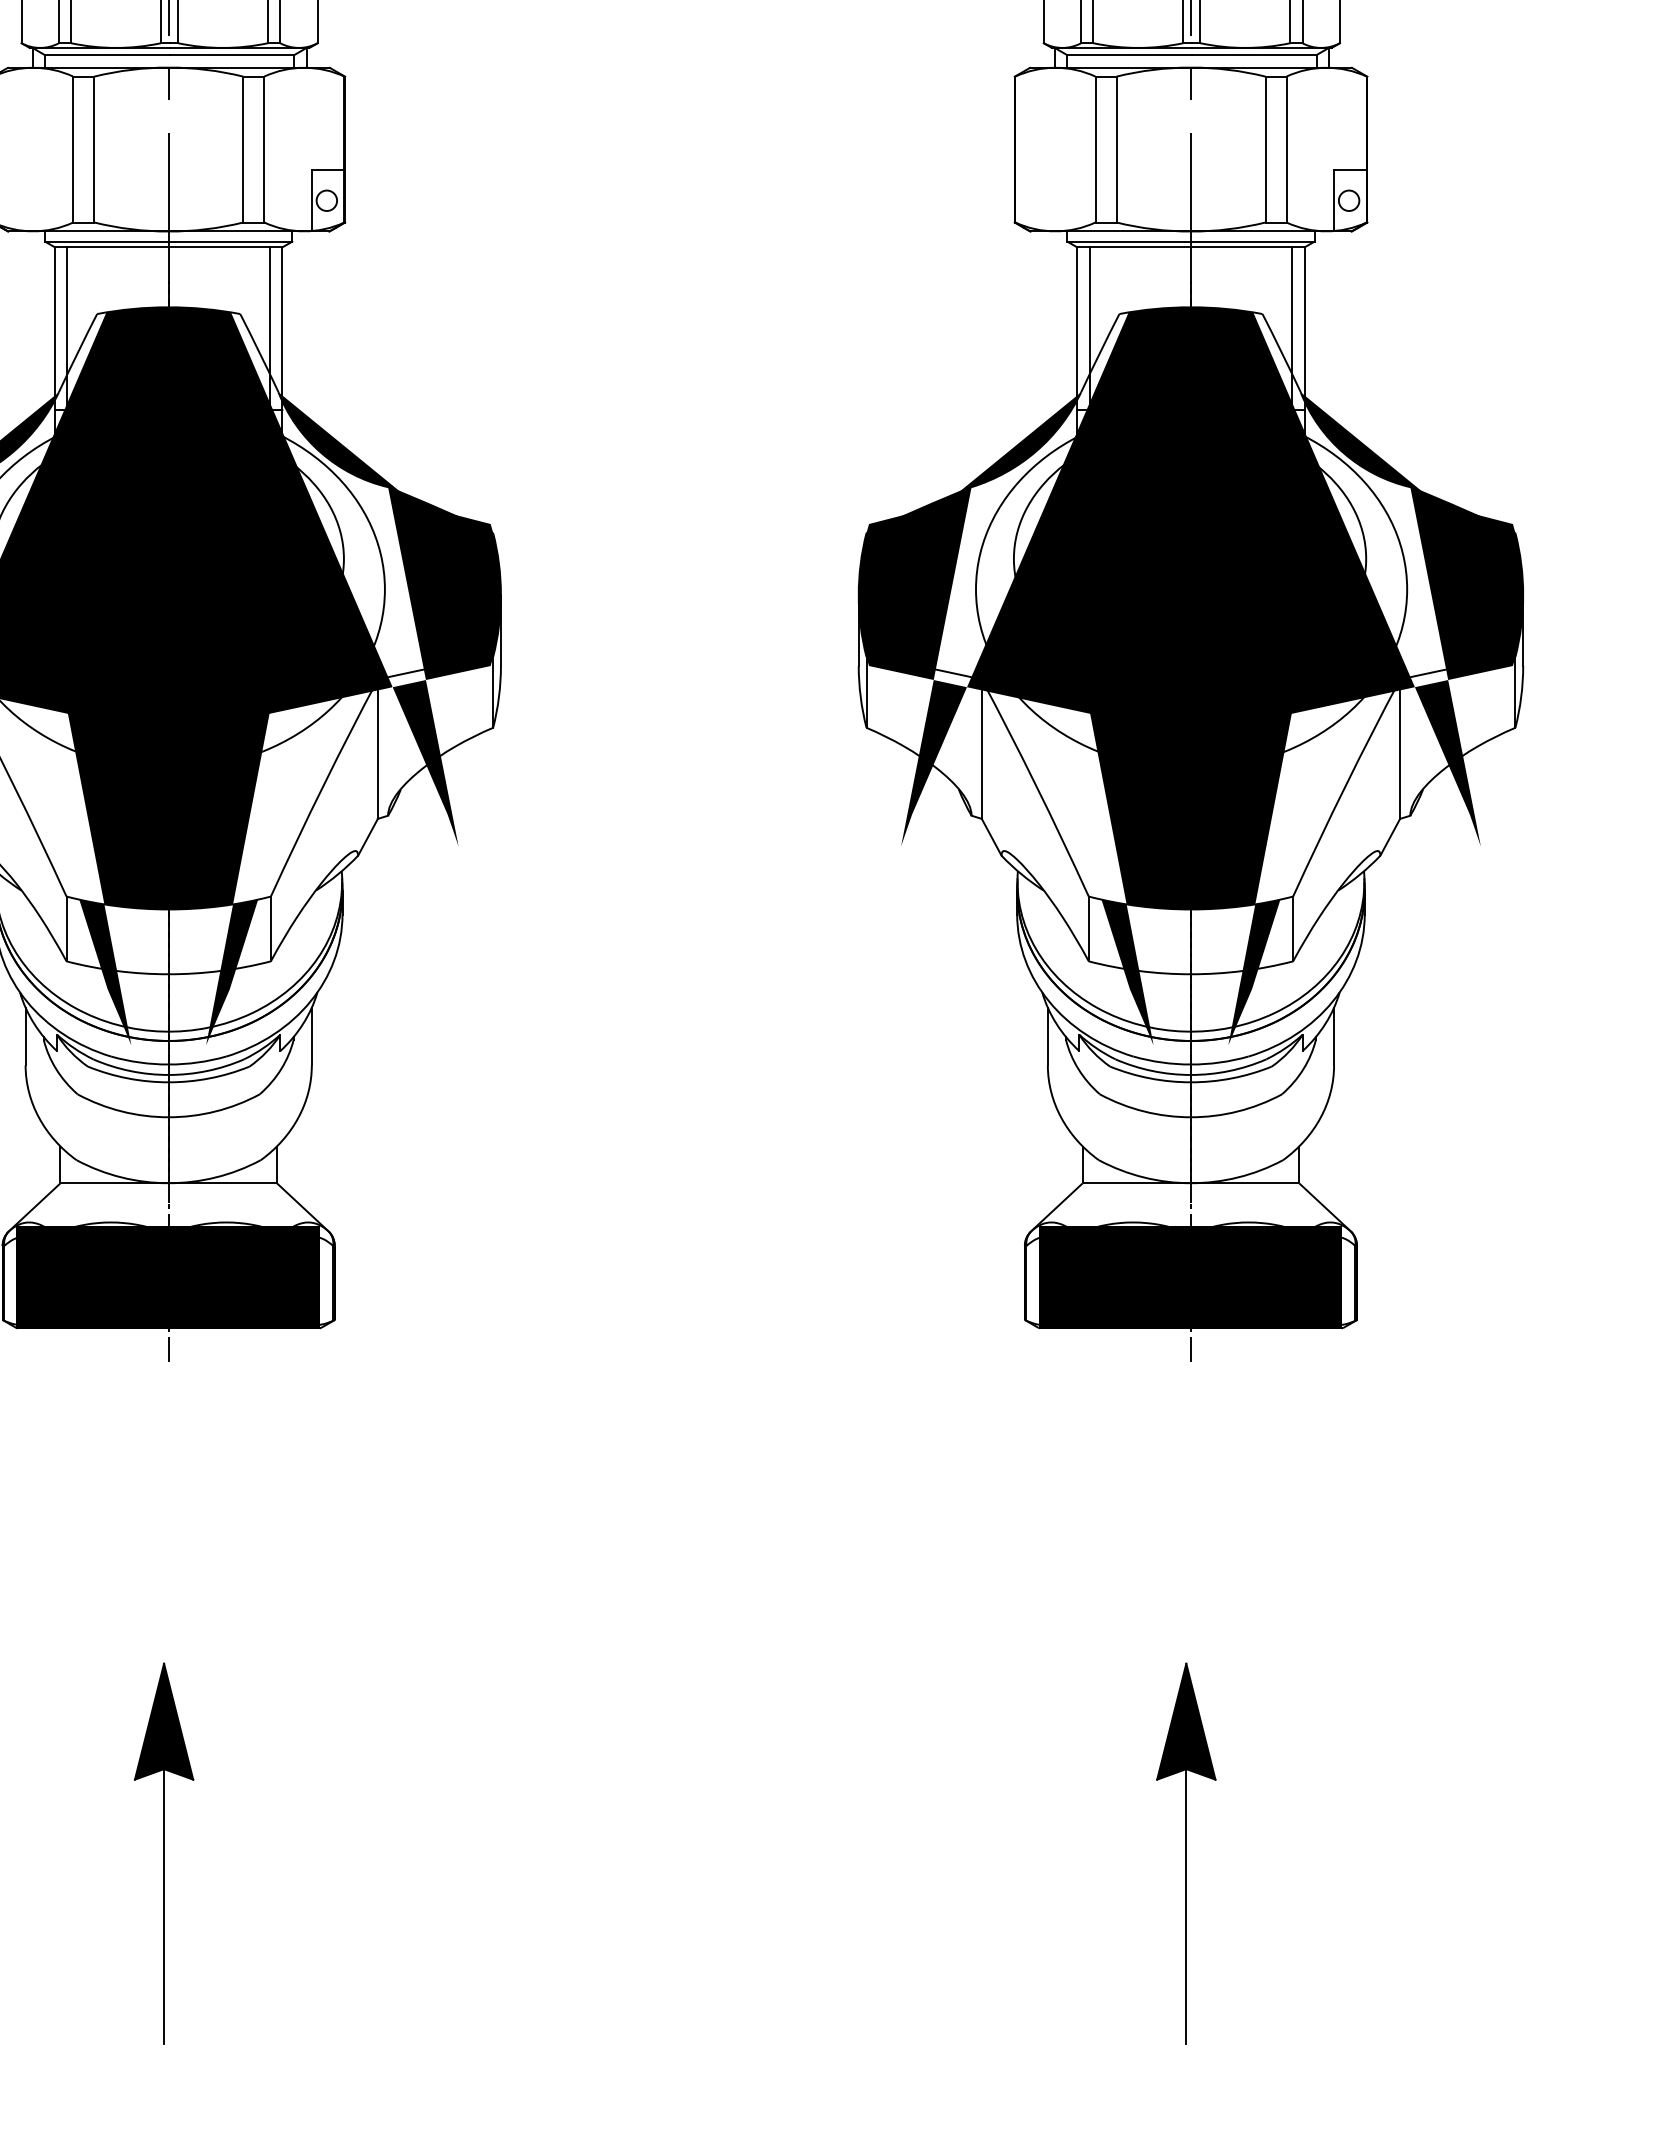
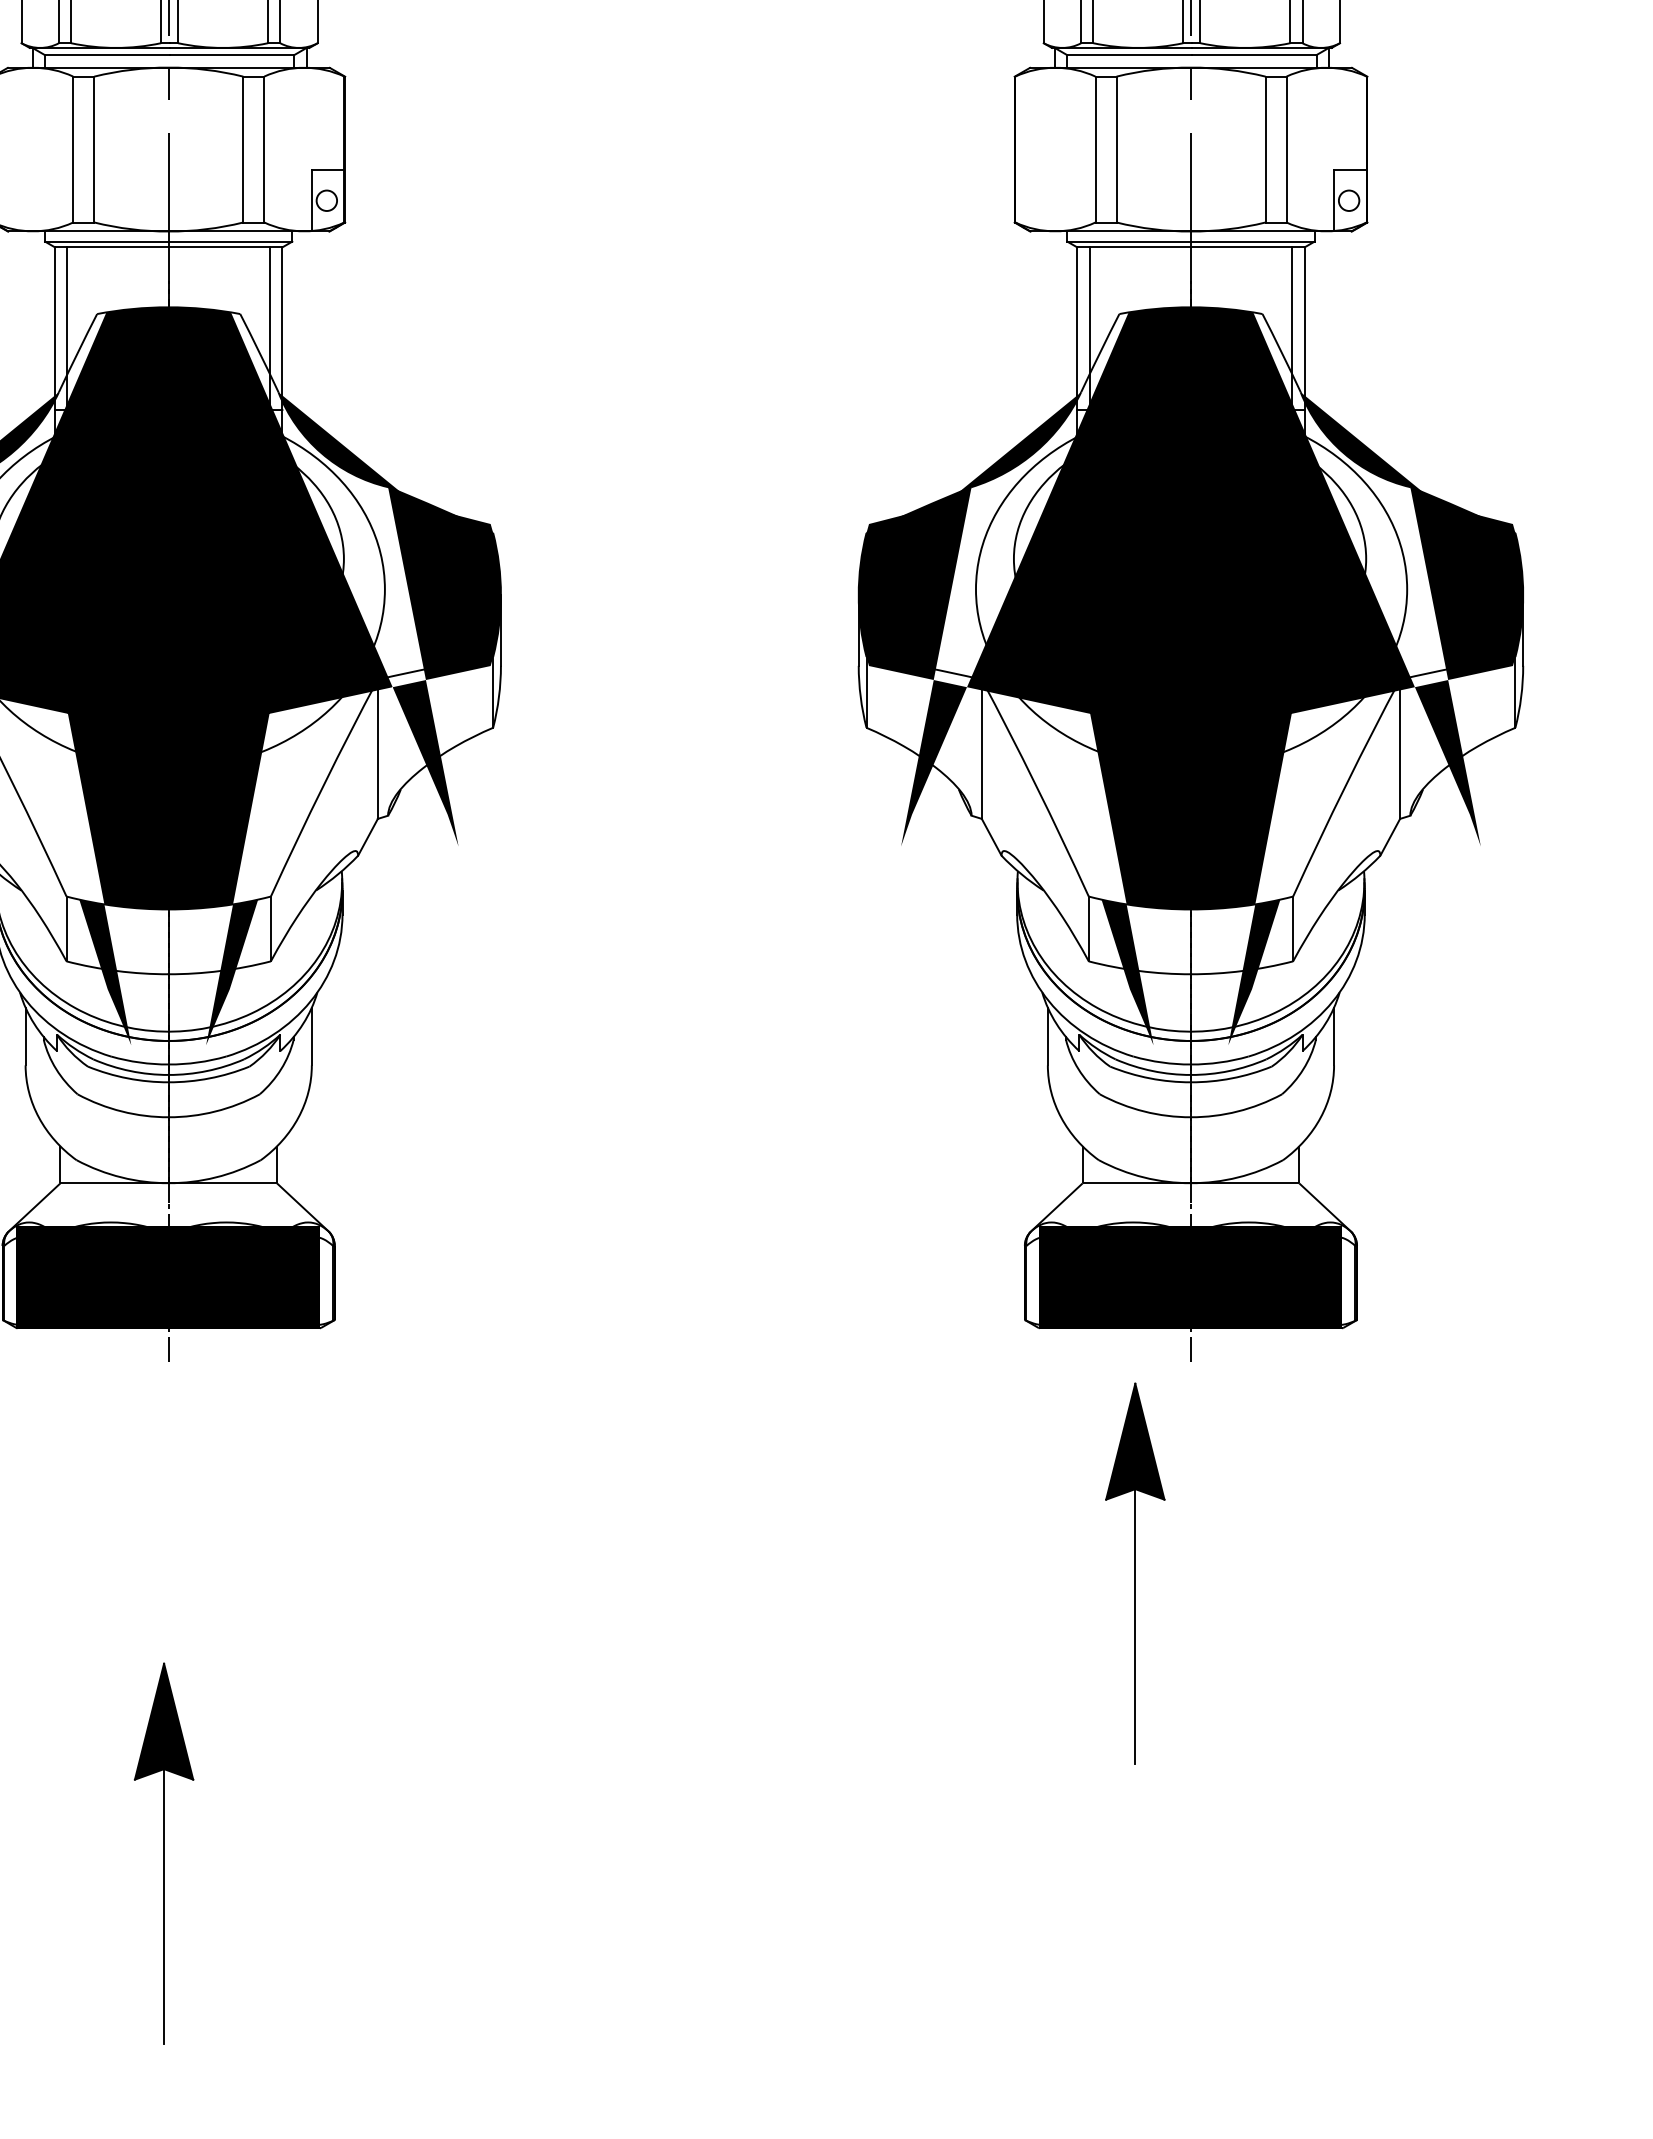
part at (1186, 1853) position: (1186, 1853) -> (1135, 1573)
